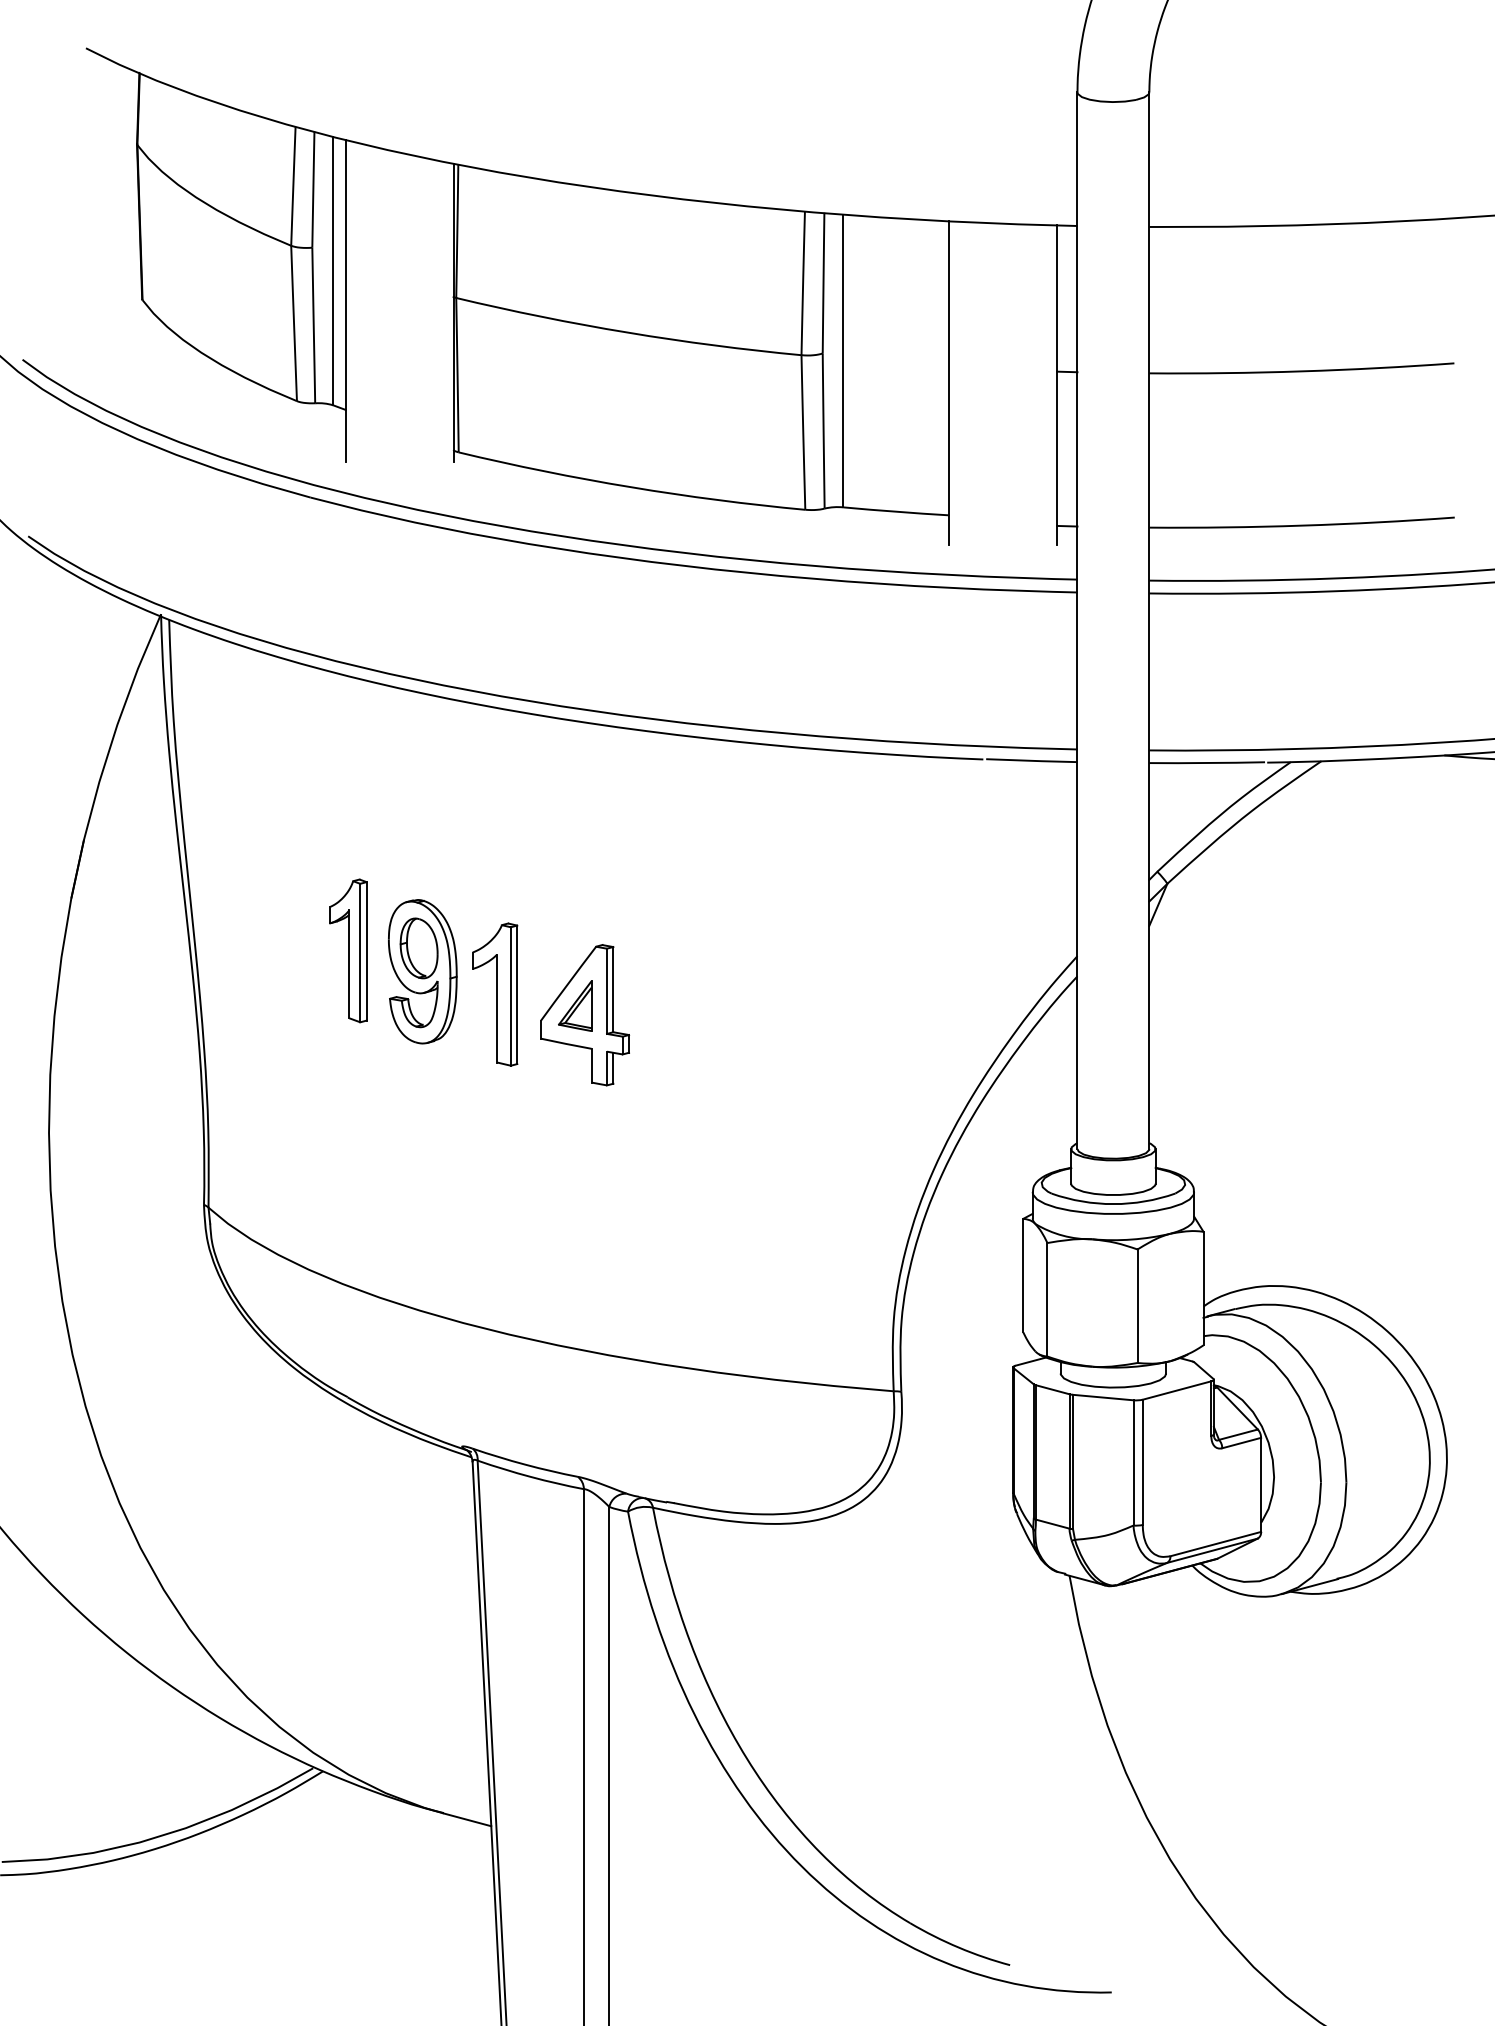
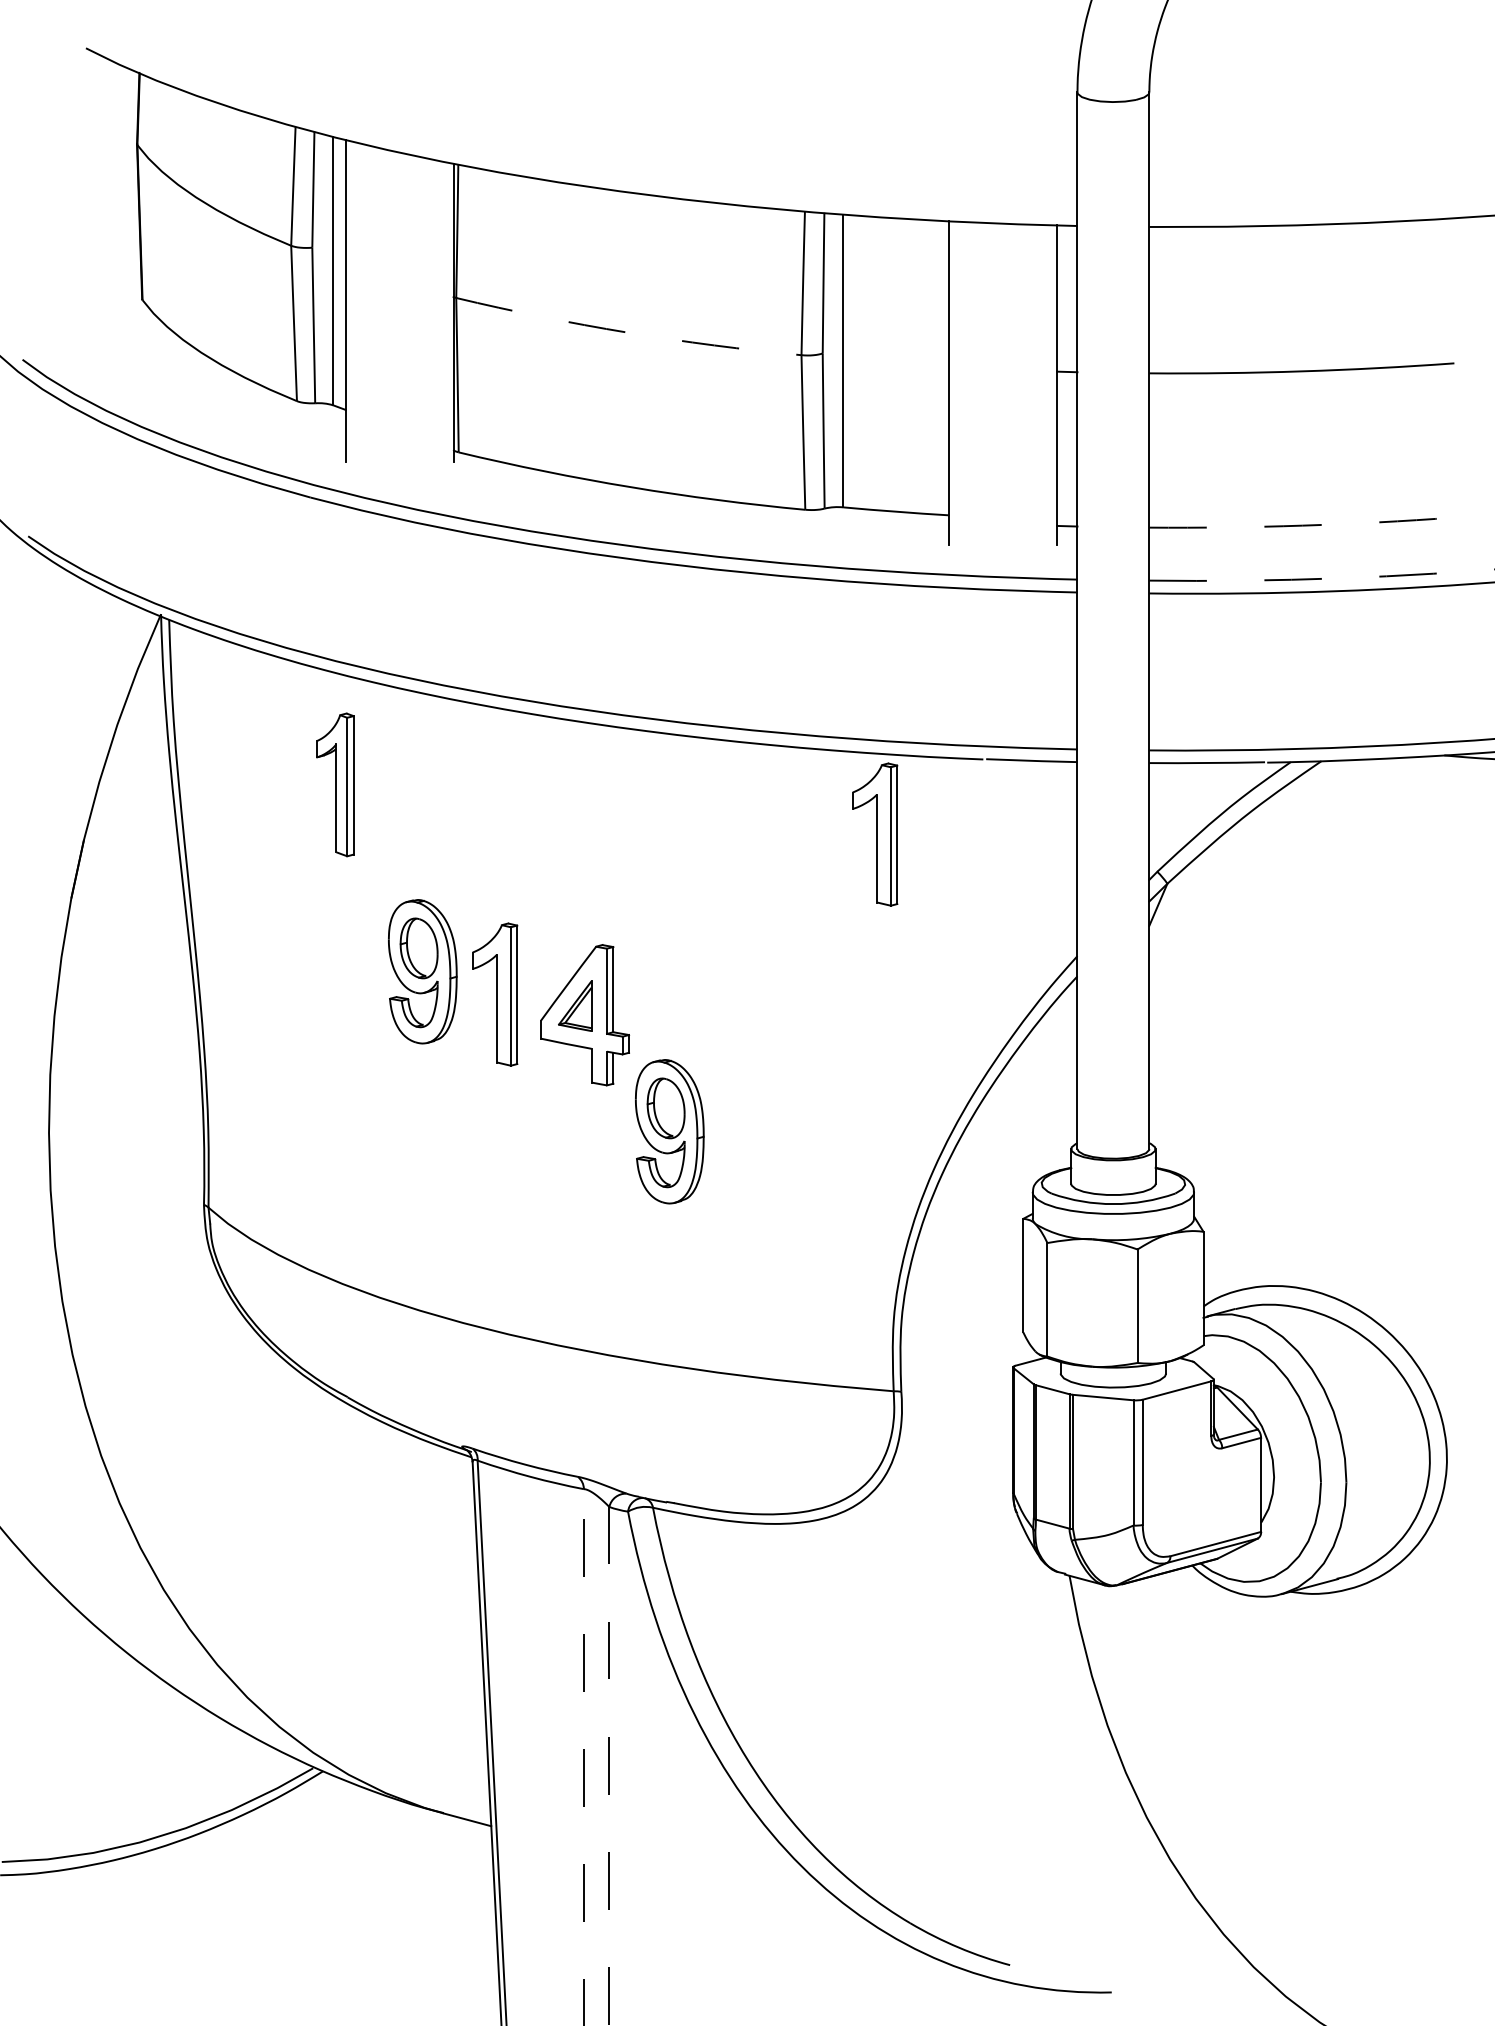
arc at (627, 332): solid -> dashed
arc at (1302, 525): solid -> dashed
arc at (1323, 578): solid -> dashed
part at (875, 834): none -> present
part at (348, 950) position: (348, 950) -> (335, 784)
part at (669, 1131): none -> present
line at (583, 1757): solid -> dashed
line at (609, 1766): solid -> dashed
